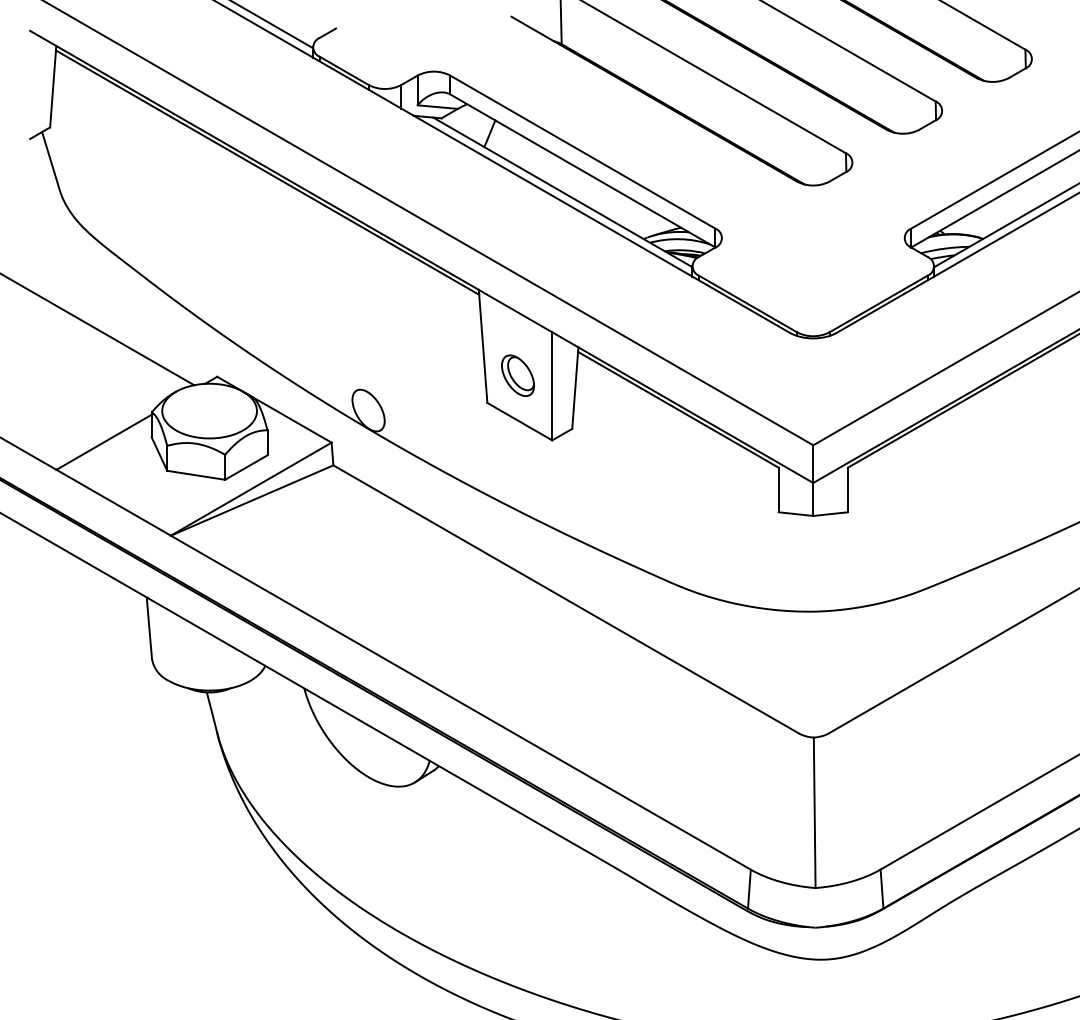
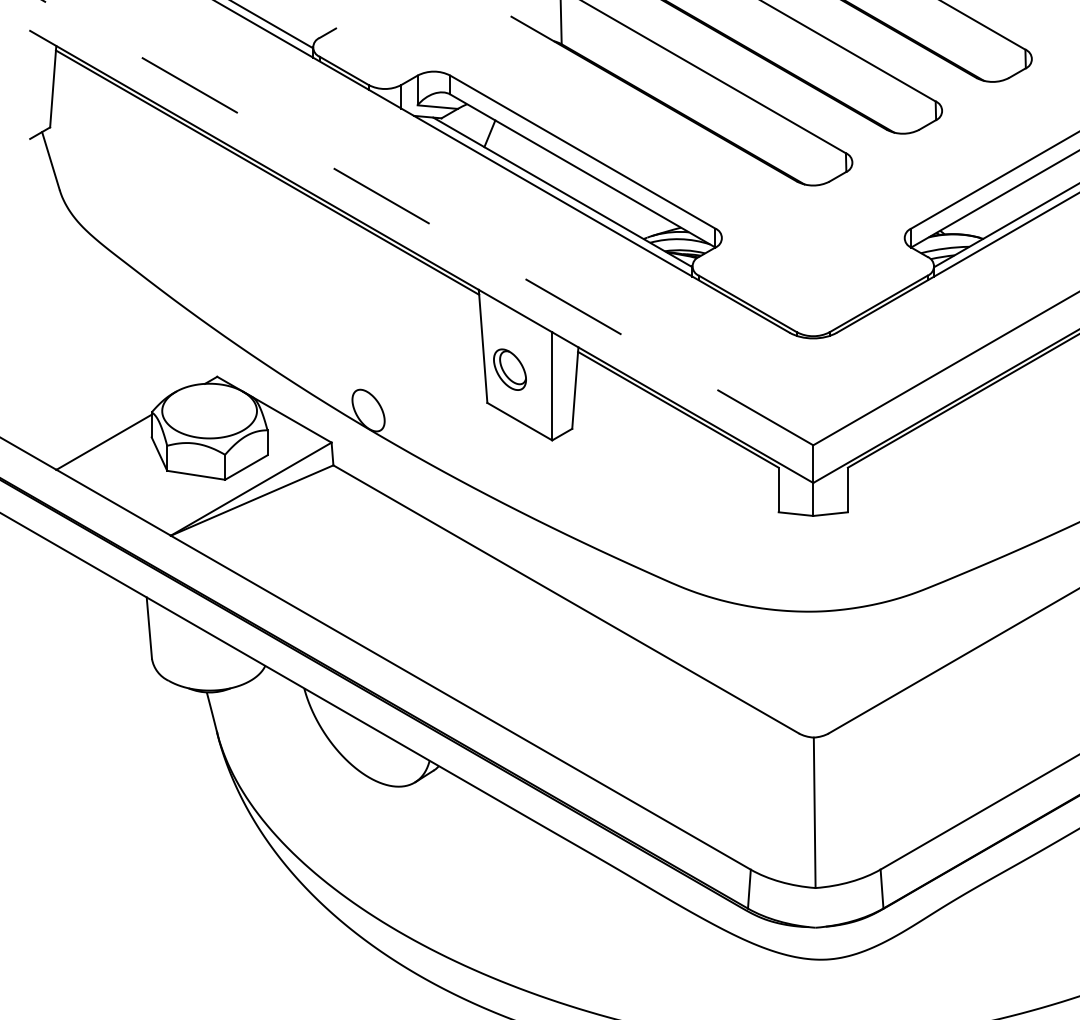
line at (427, 222): solid -> dashed
line at (98, 329): present -> none
part at (517, 375) position: (517, 375) -> (509, 369)
